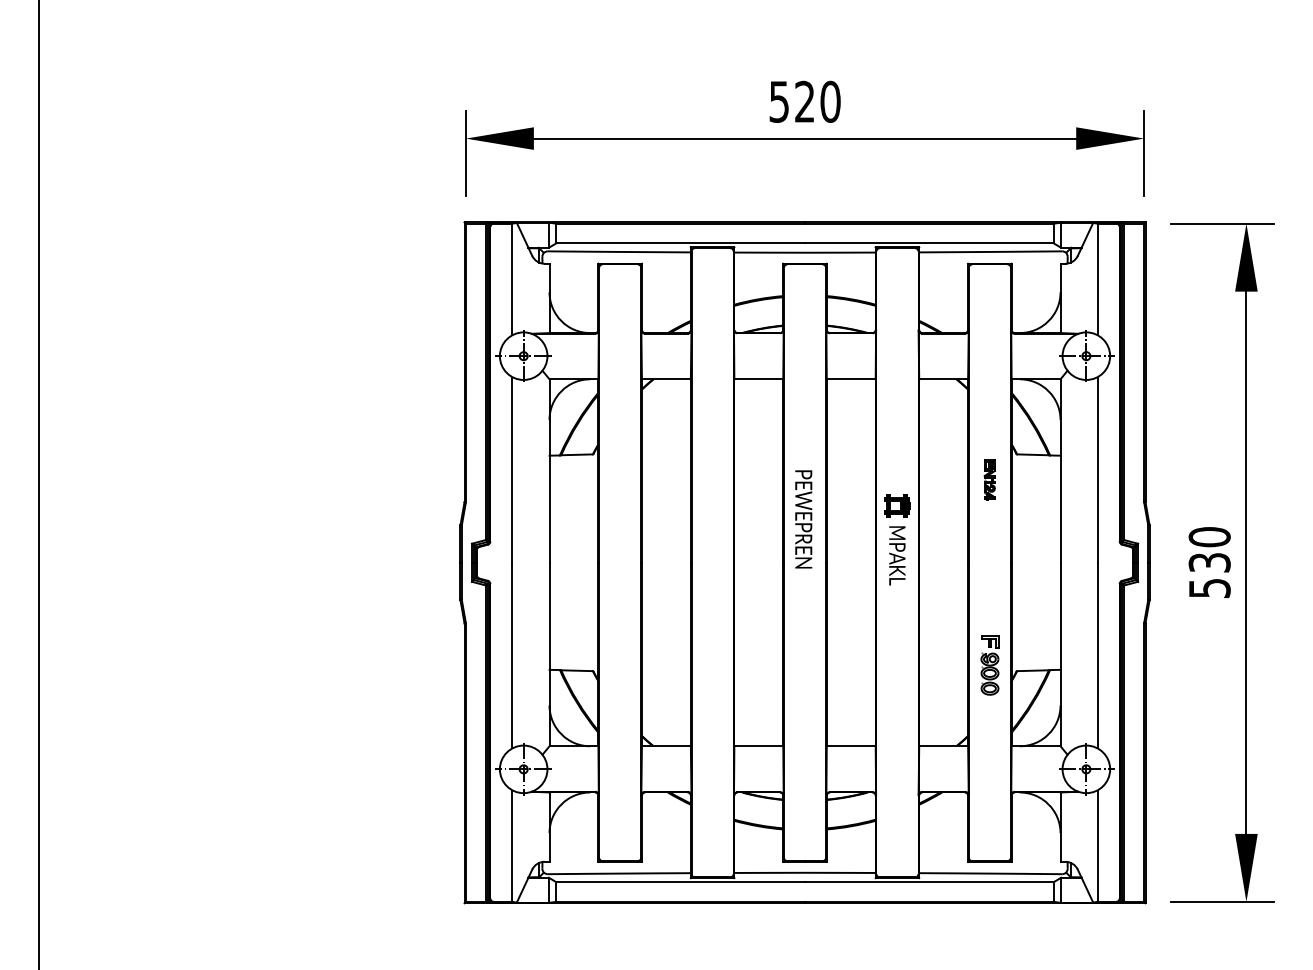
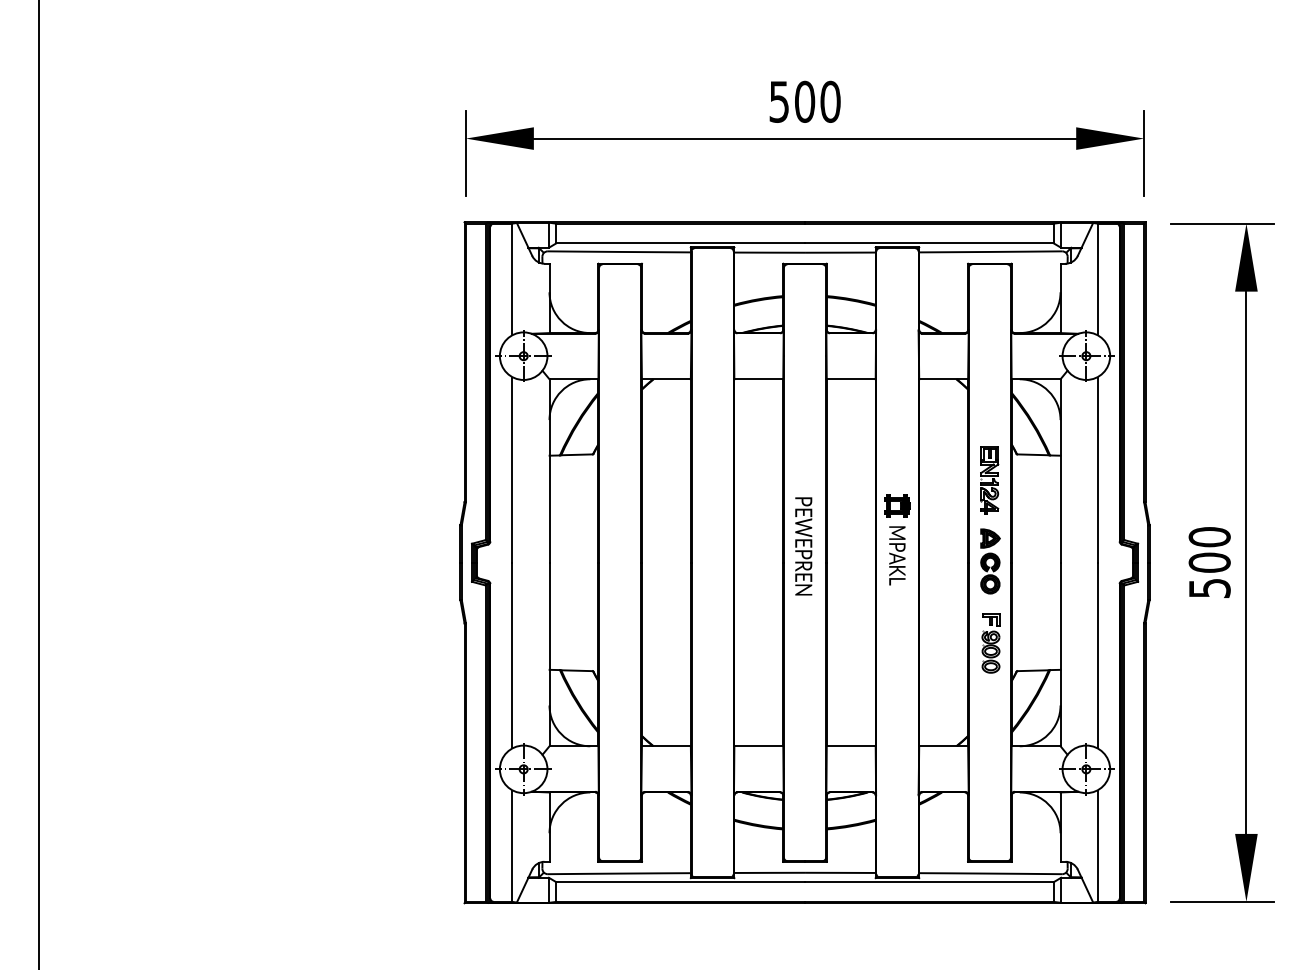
text at (805, 101): 520 -> 500
part at (989, 479) size: 13x42 px -> 20x69 px
text at (803, 519) position: (803, 519) -> (803, 546)
part at (990, 561): none -> present
text at (1209, 562): 530 -> 500
part at (989, 665) position: (989, 665) -> (990, 643)
